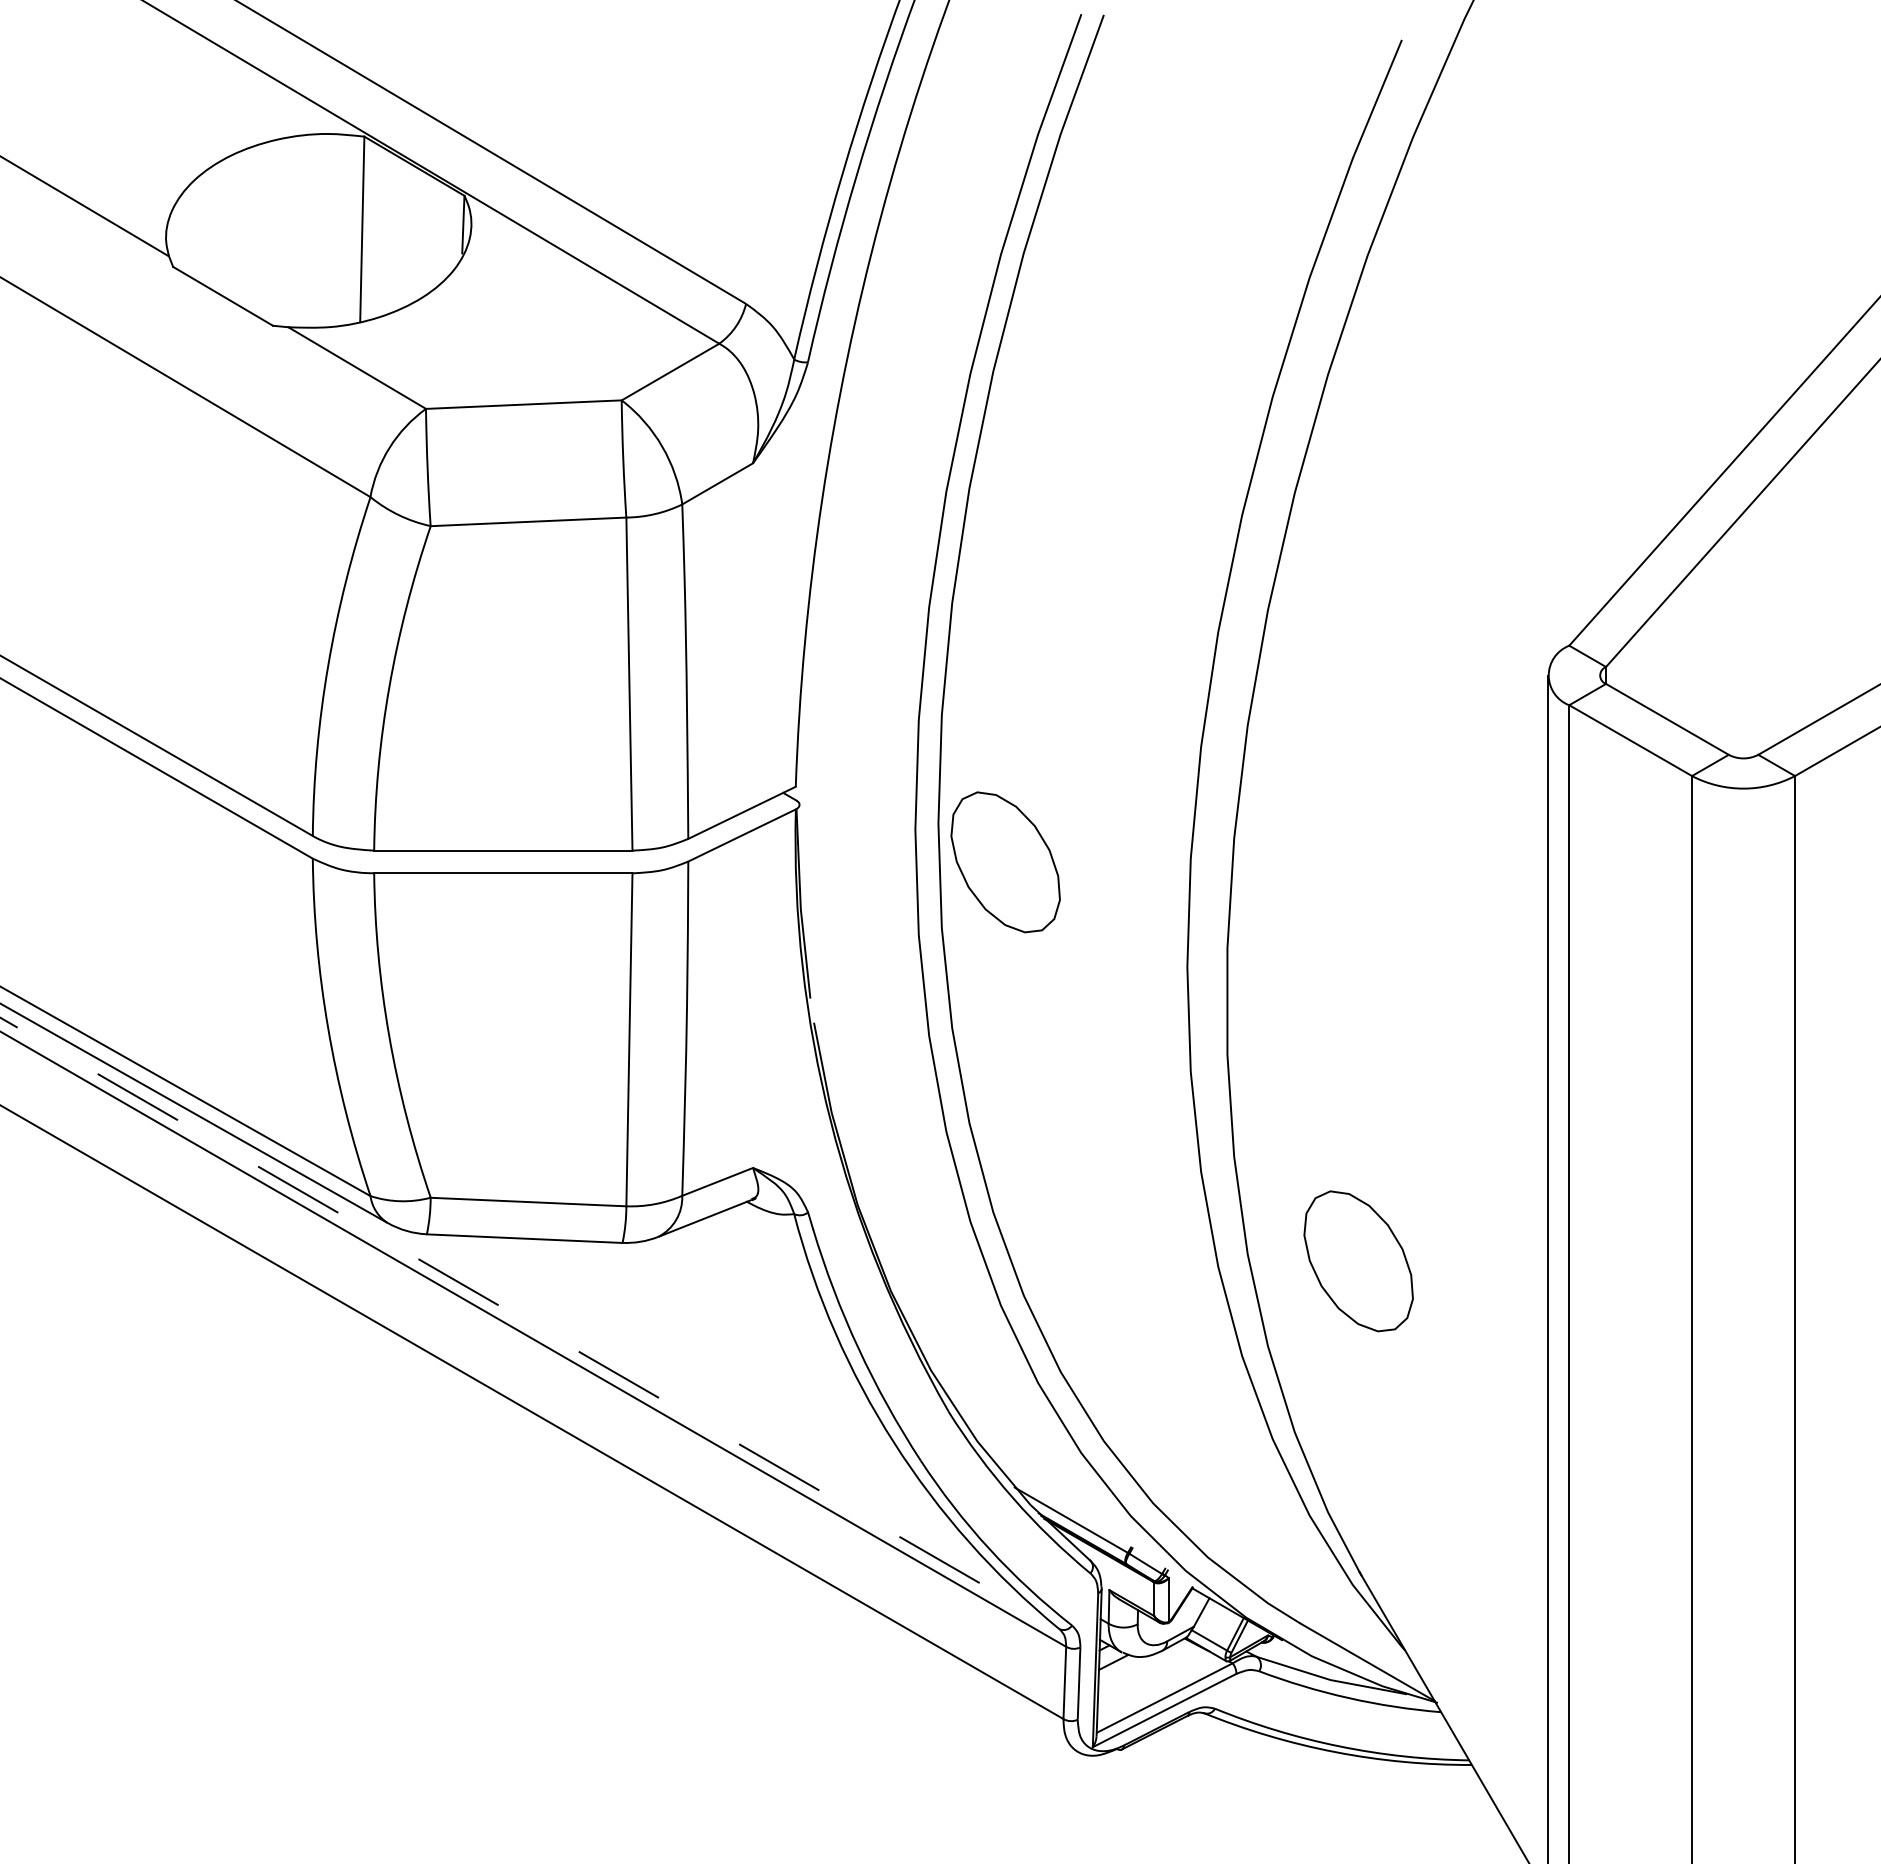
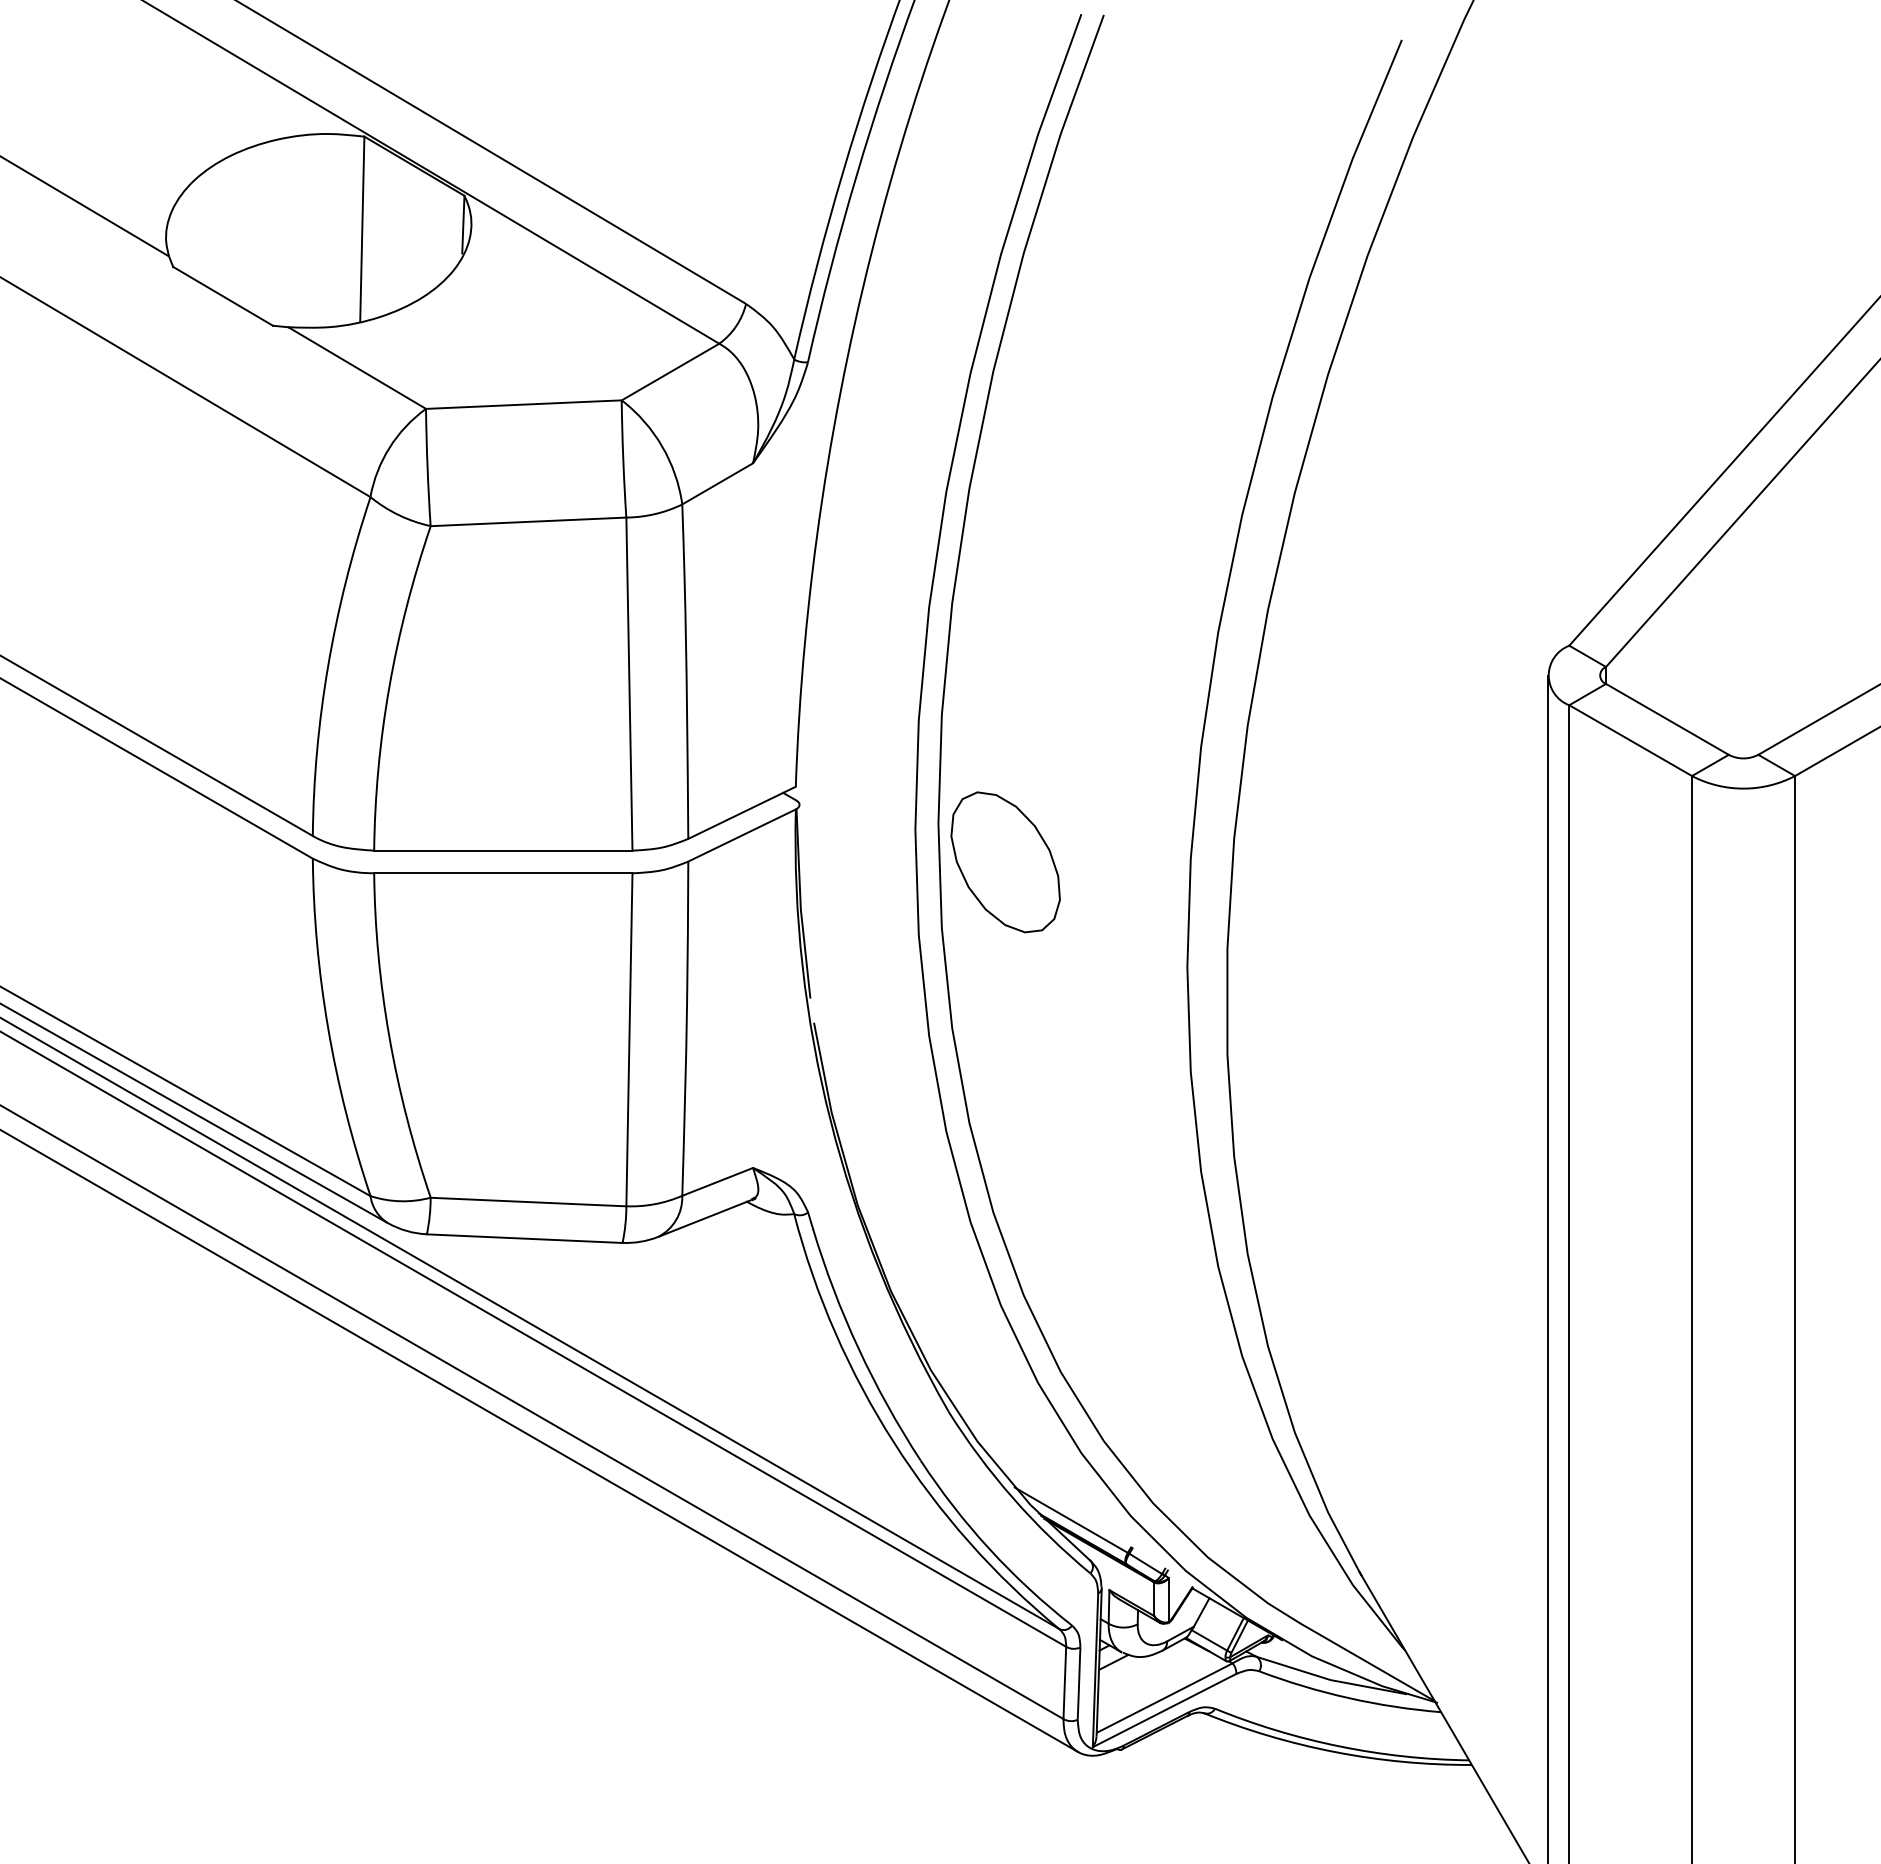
part at (1358, 1261): present -> none
line at (530, 1323): dashed -> solid
line at (540, 1441): none -> present
